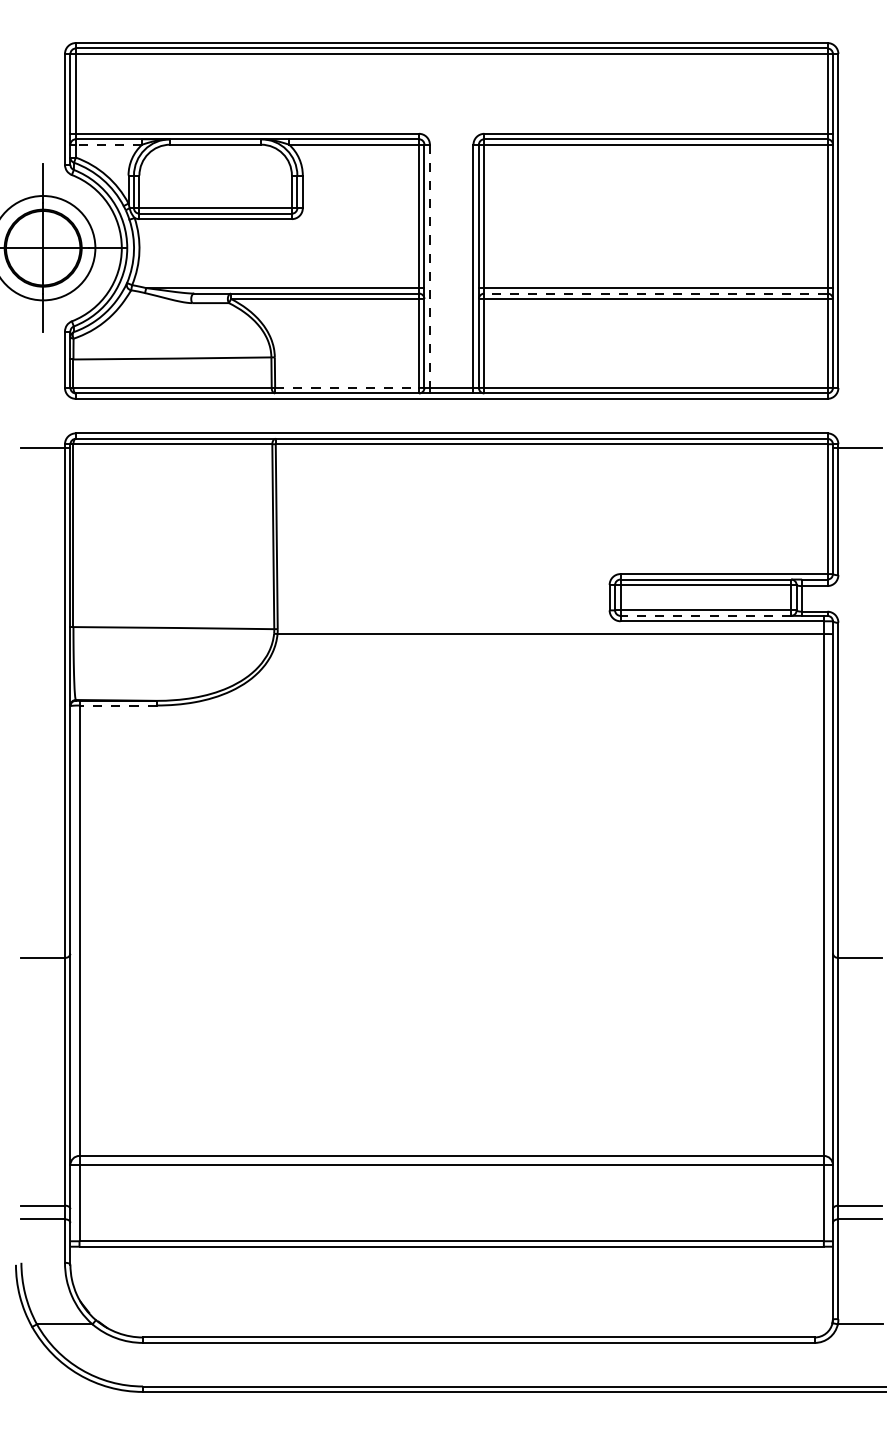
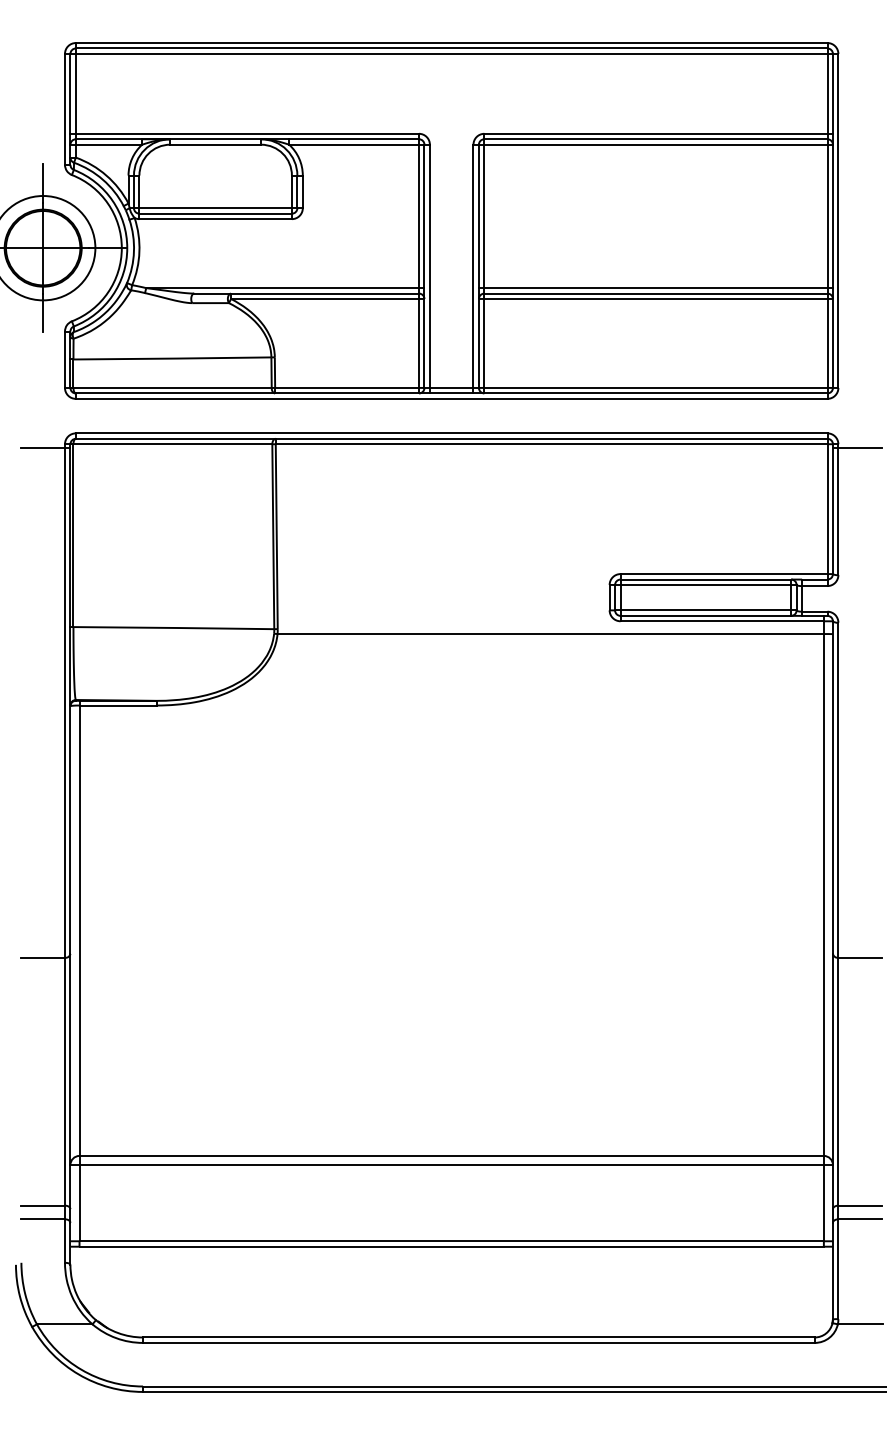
line at (108, 144): dashed -> solid
line at (429, 266): dashed -> solid
line at (655, 293): dashed -> solid
line at (347, 387): dashed -> solid
line at (705, 615): dashed -> solid
line at (118, 705): dashed -> solid
